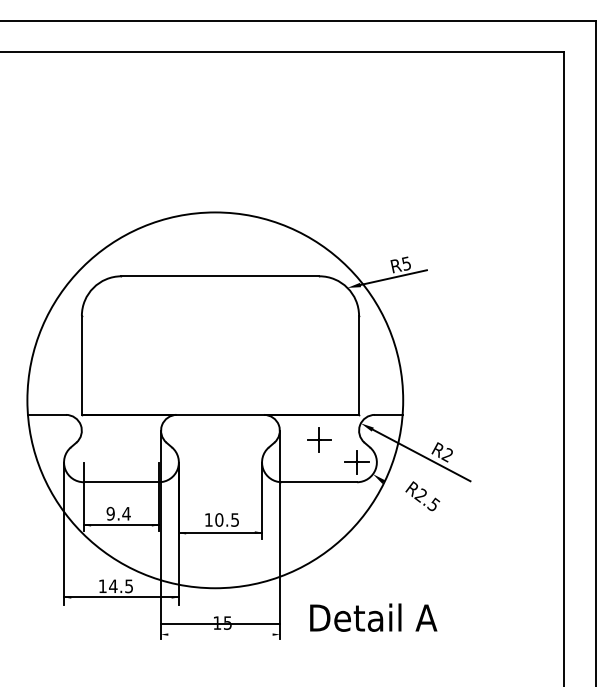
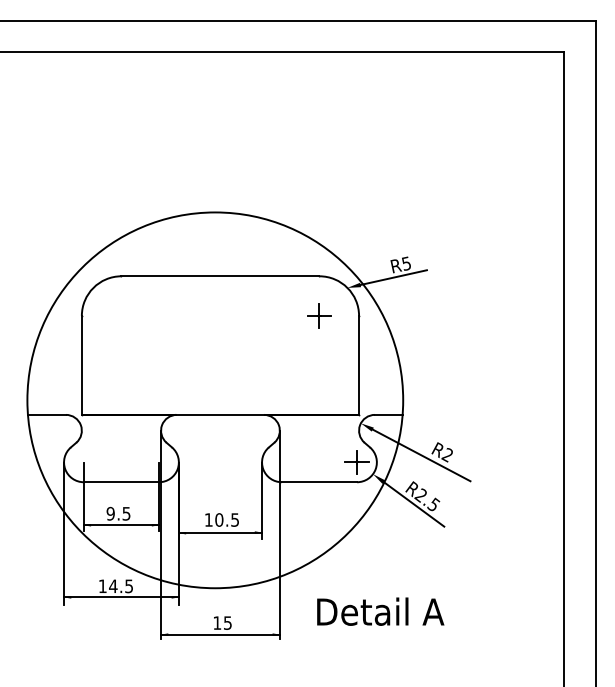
part at (319, 439) position: (319, 439) -> (319, 315)
line at (413, 504): none -> present
text at (126, 513): 9.4 -> 9.5
text at (373, 617) position: (373, 617) -> (380, 611)
line at (220, 623) position: (220, 623) -> (220, 634)
